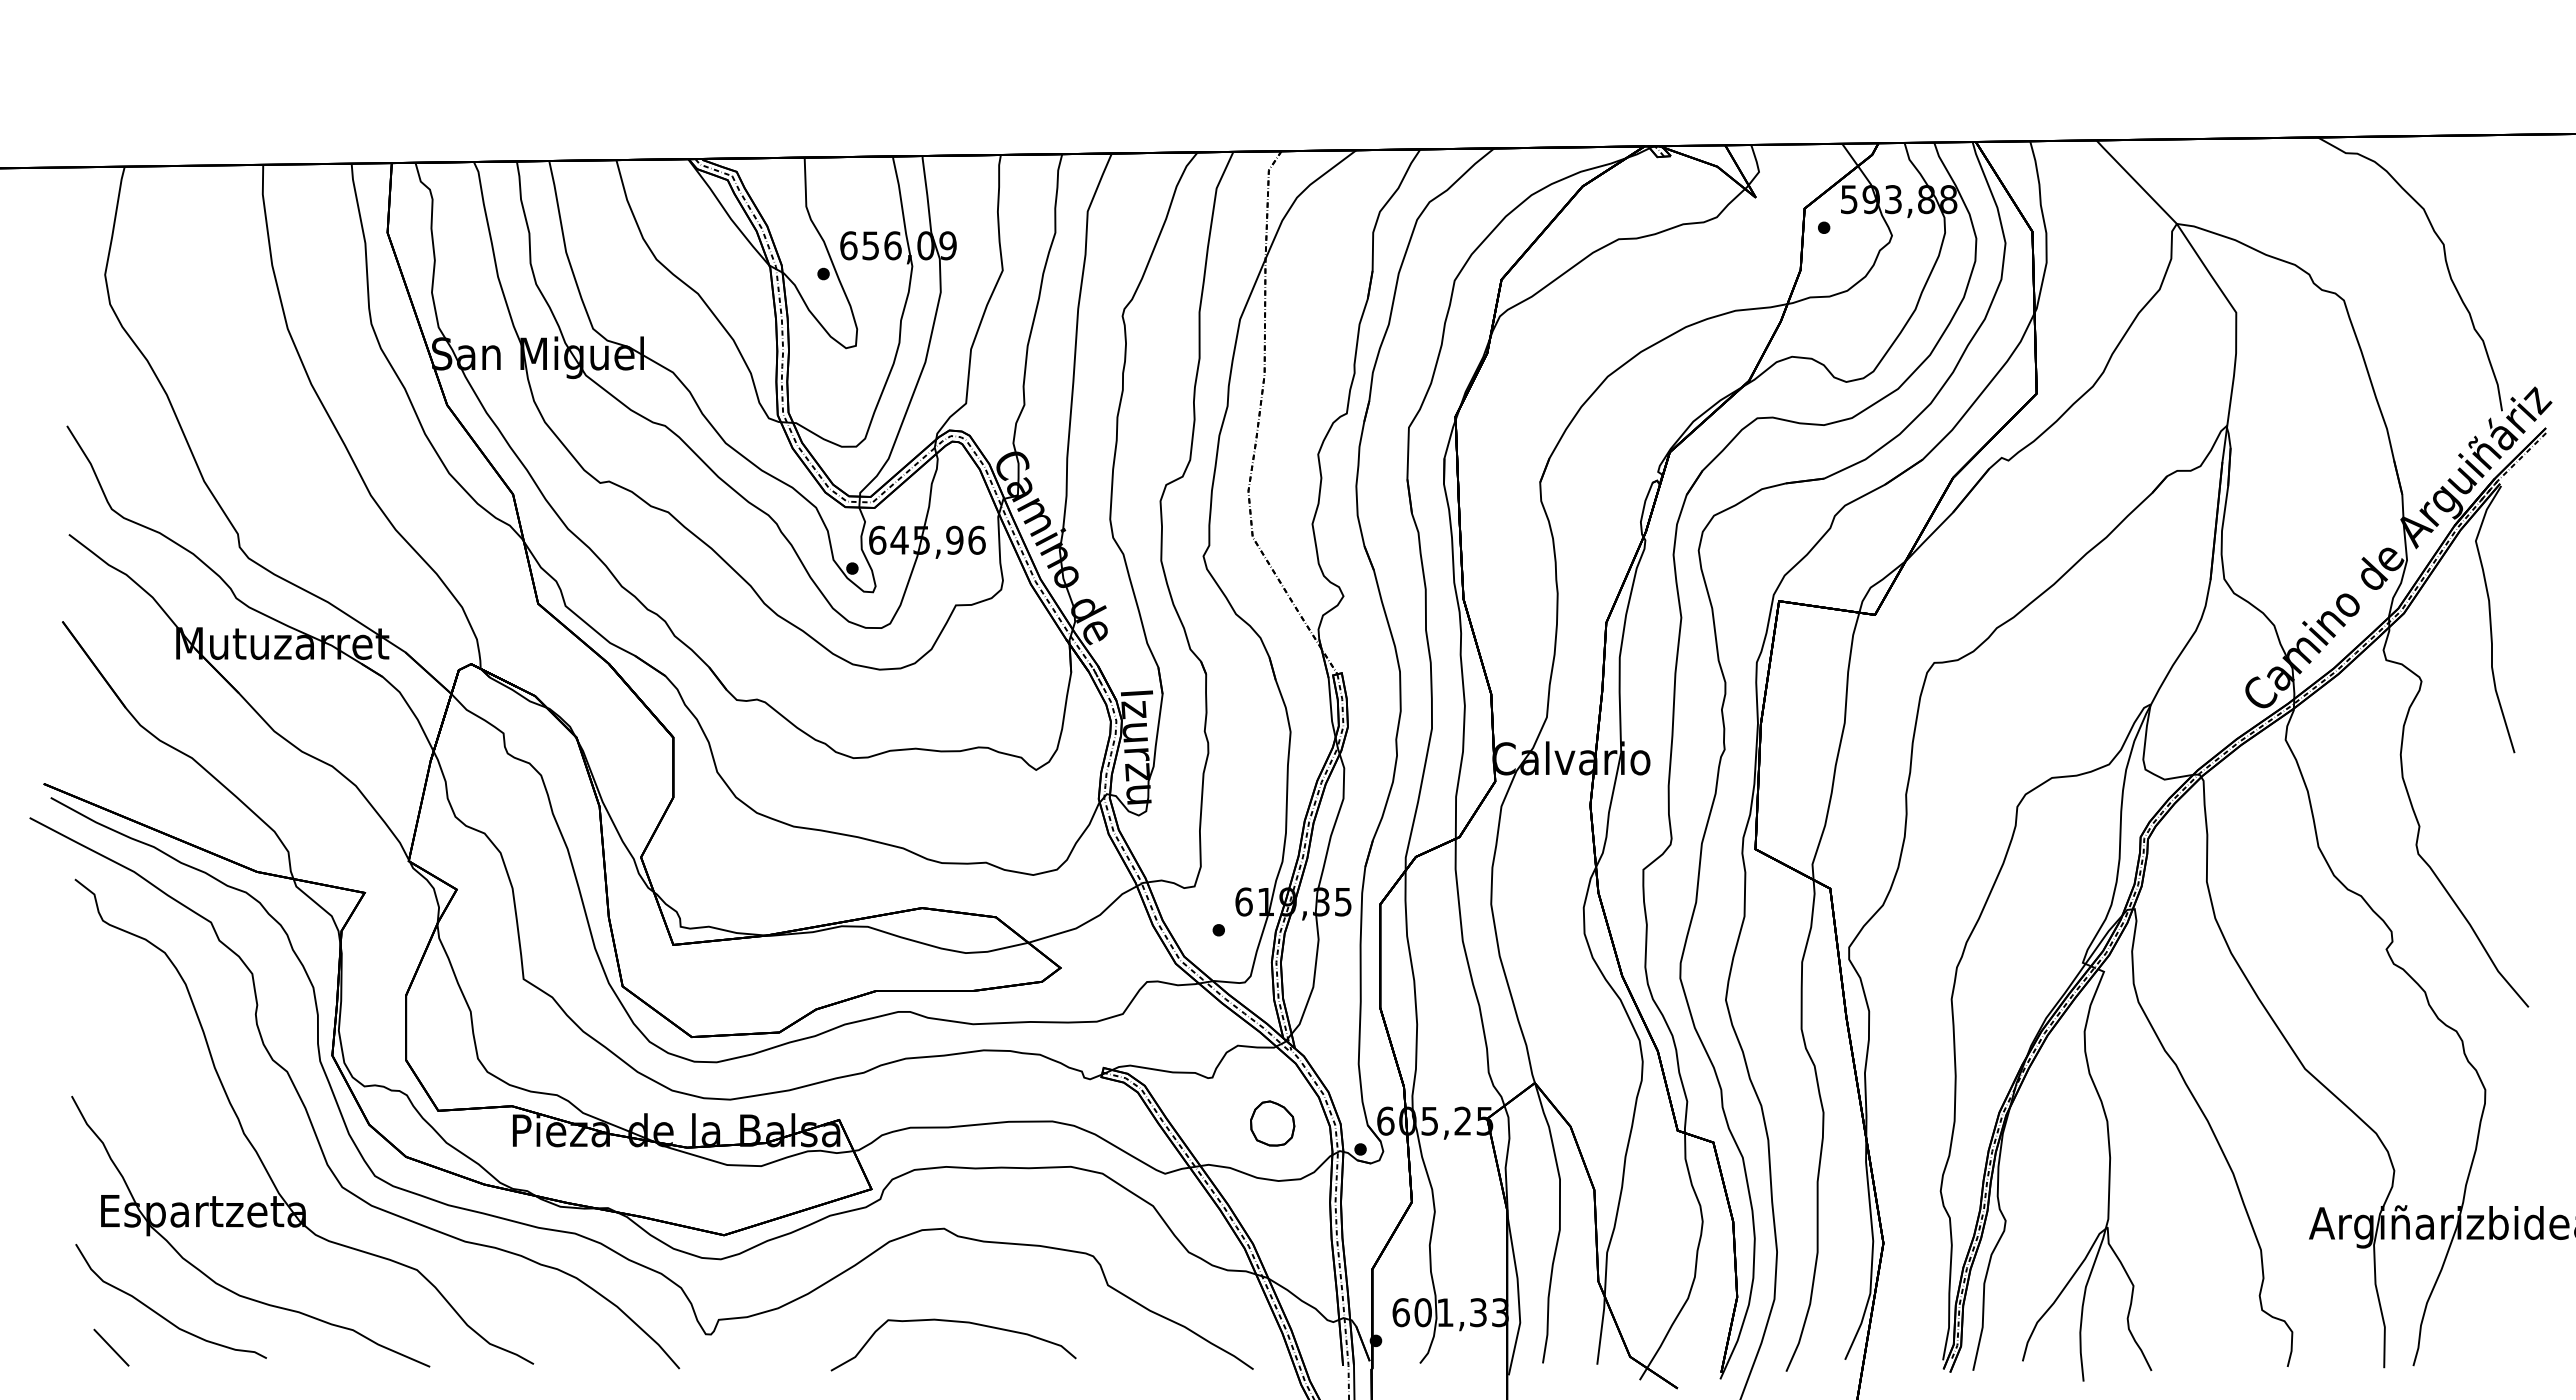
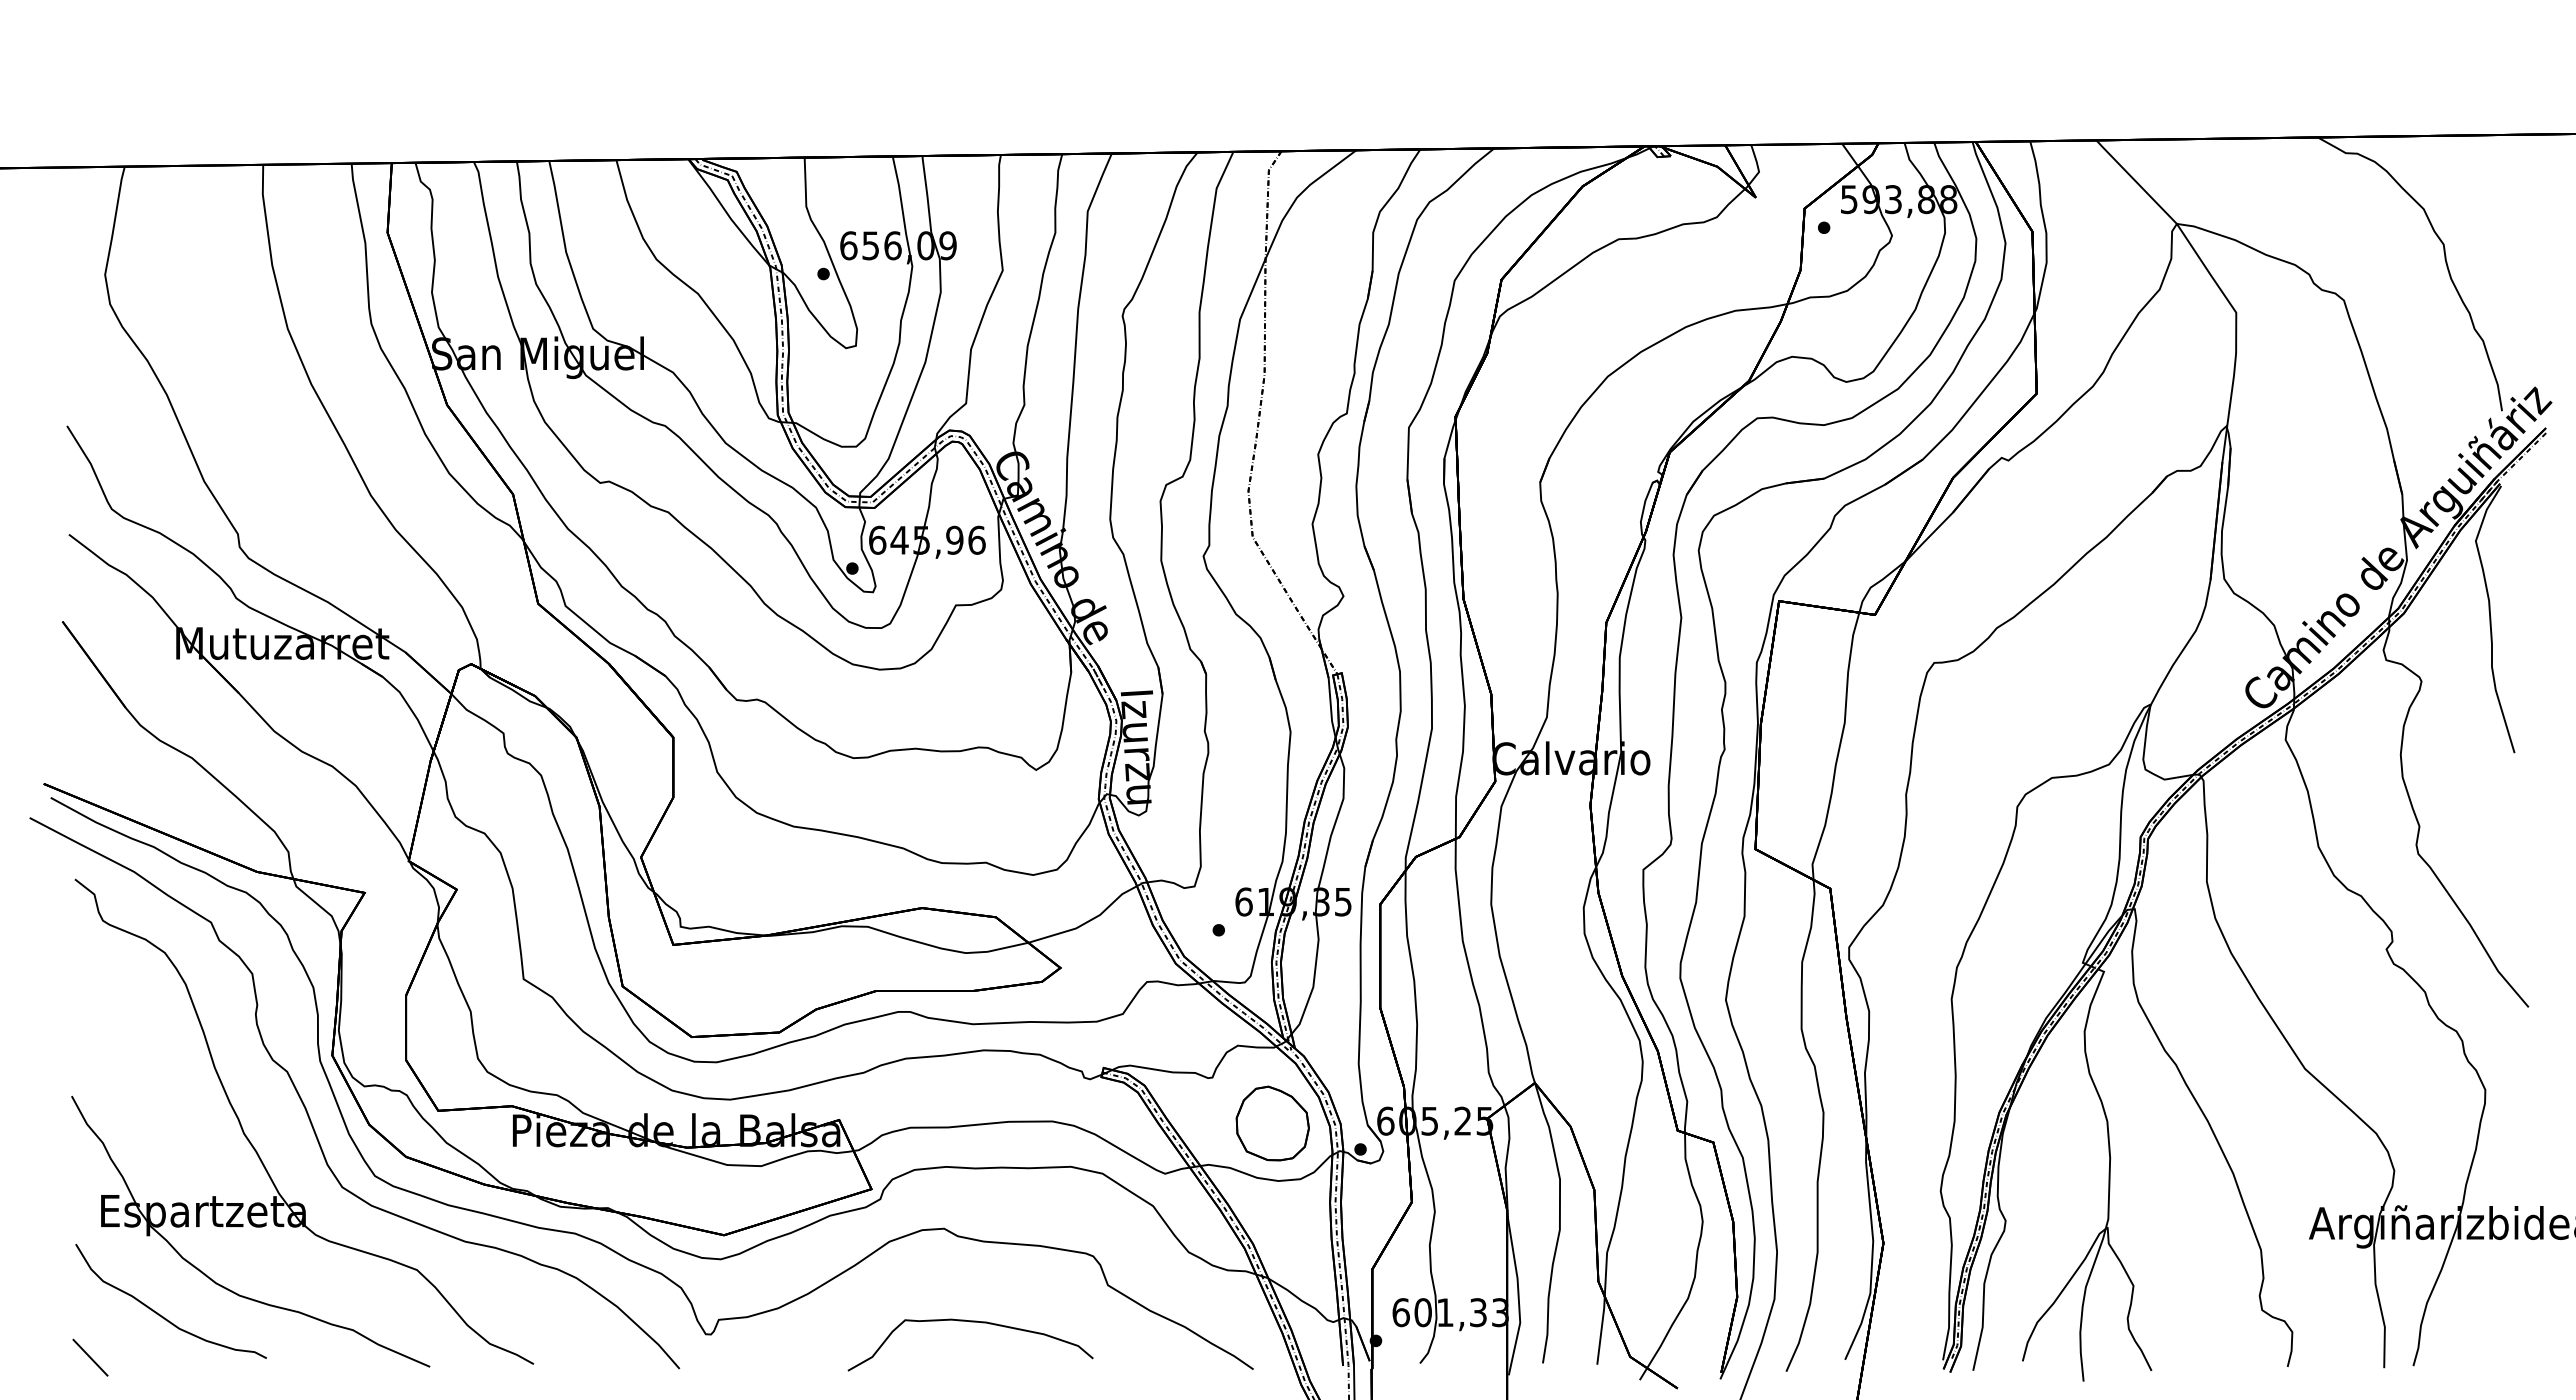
part at (1272, 1123) size: 46x47 px -> 75x77 px
curve at (953, 1322) position: (953, 1322) -> (970, 1322)
line at (111, 1347) position: (111, 1347) -> (90, 1357)
